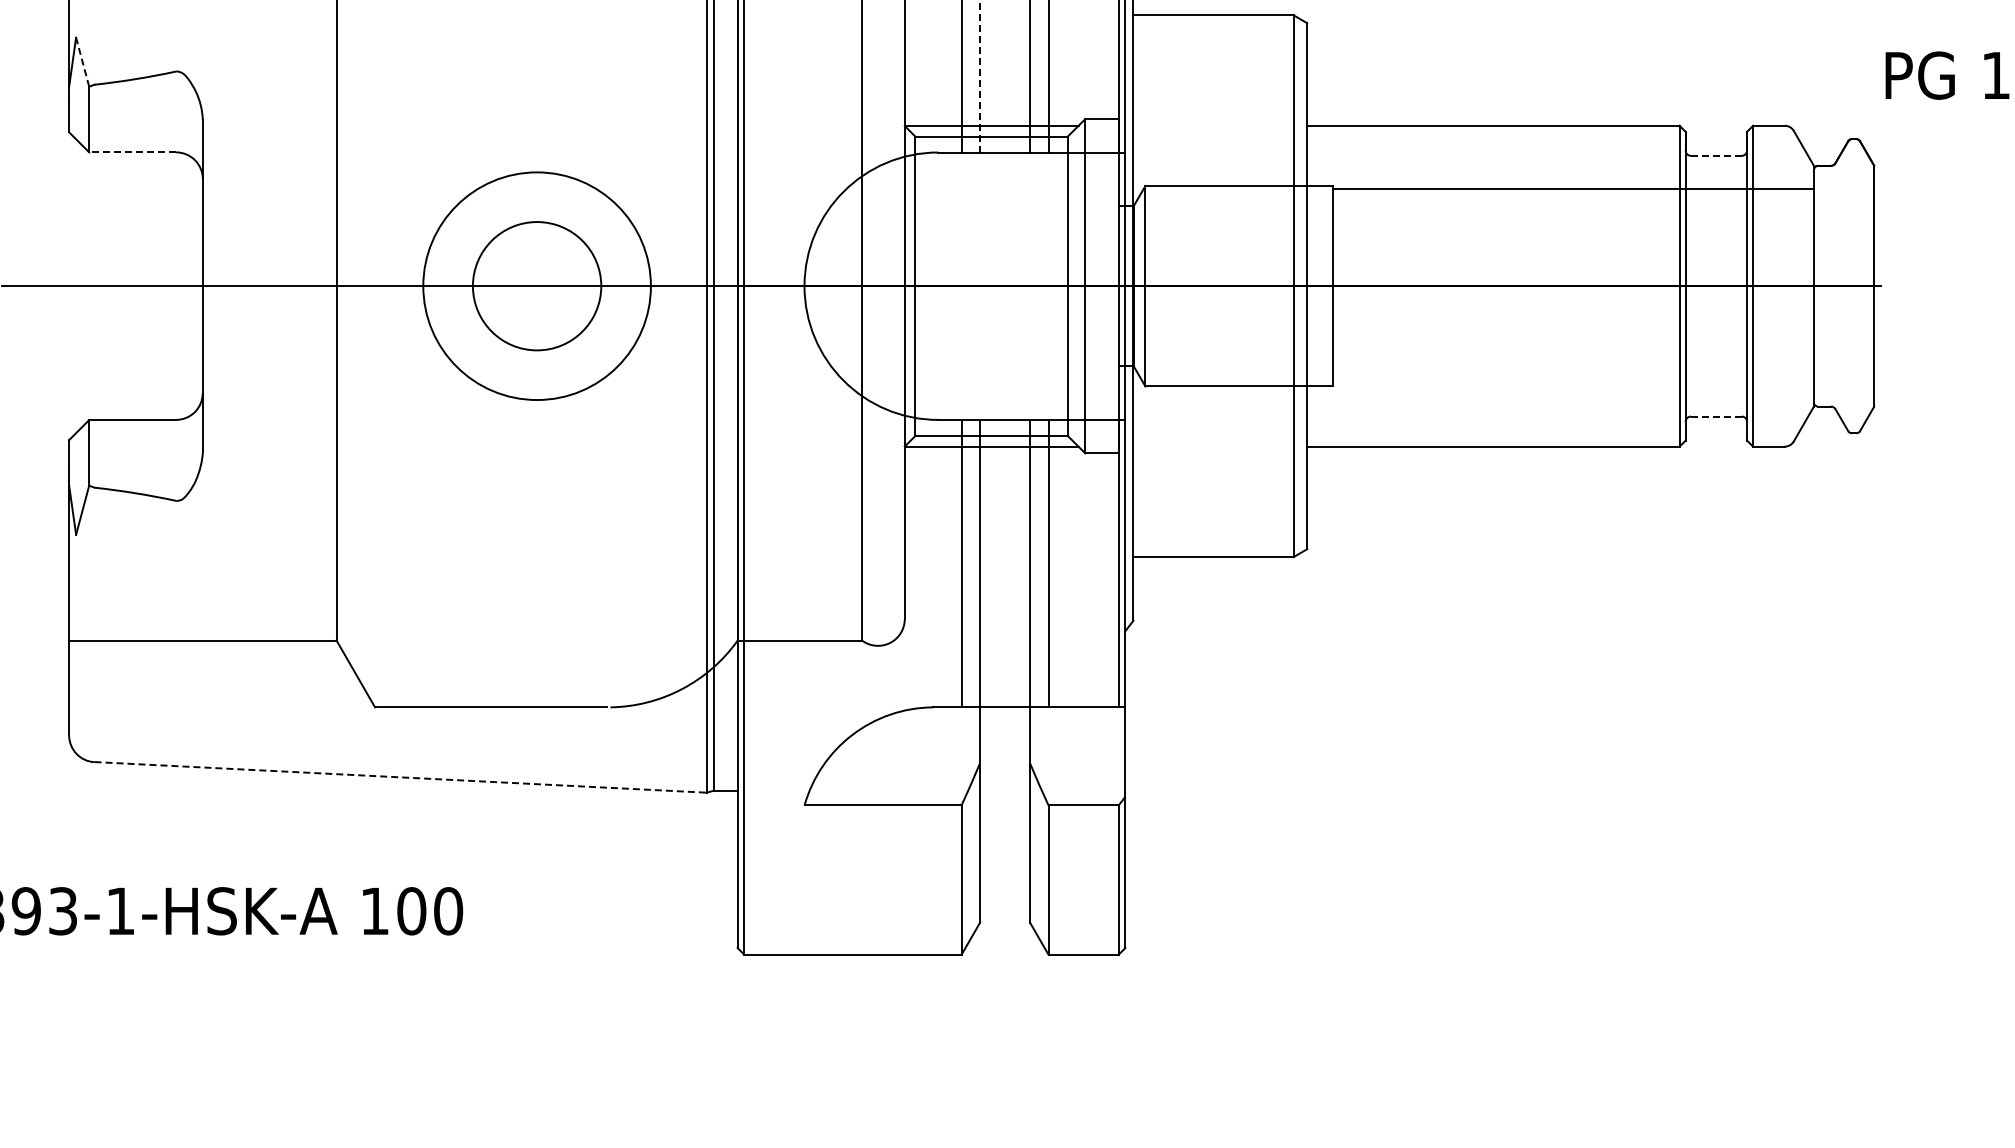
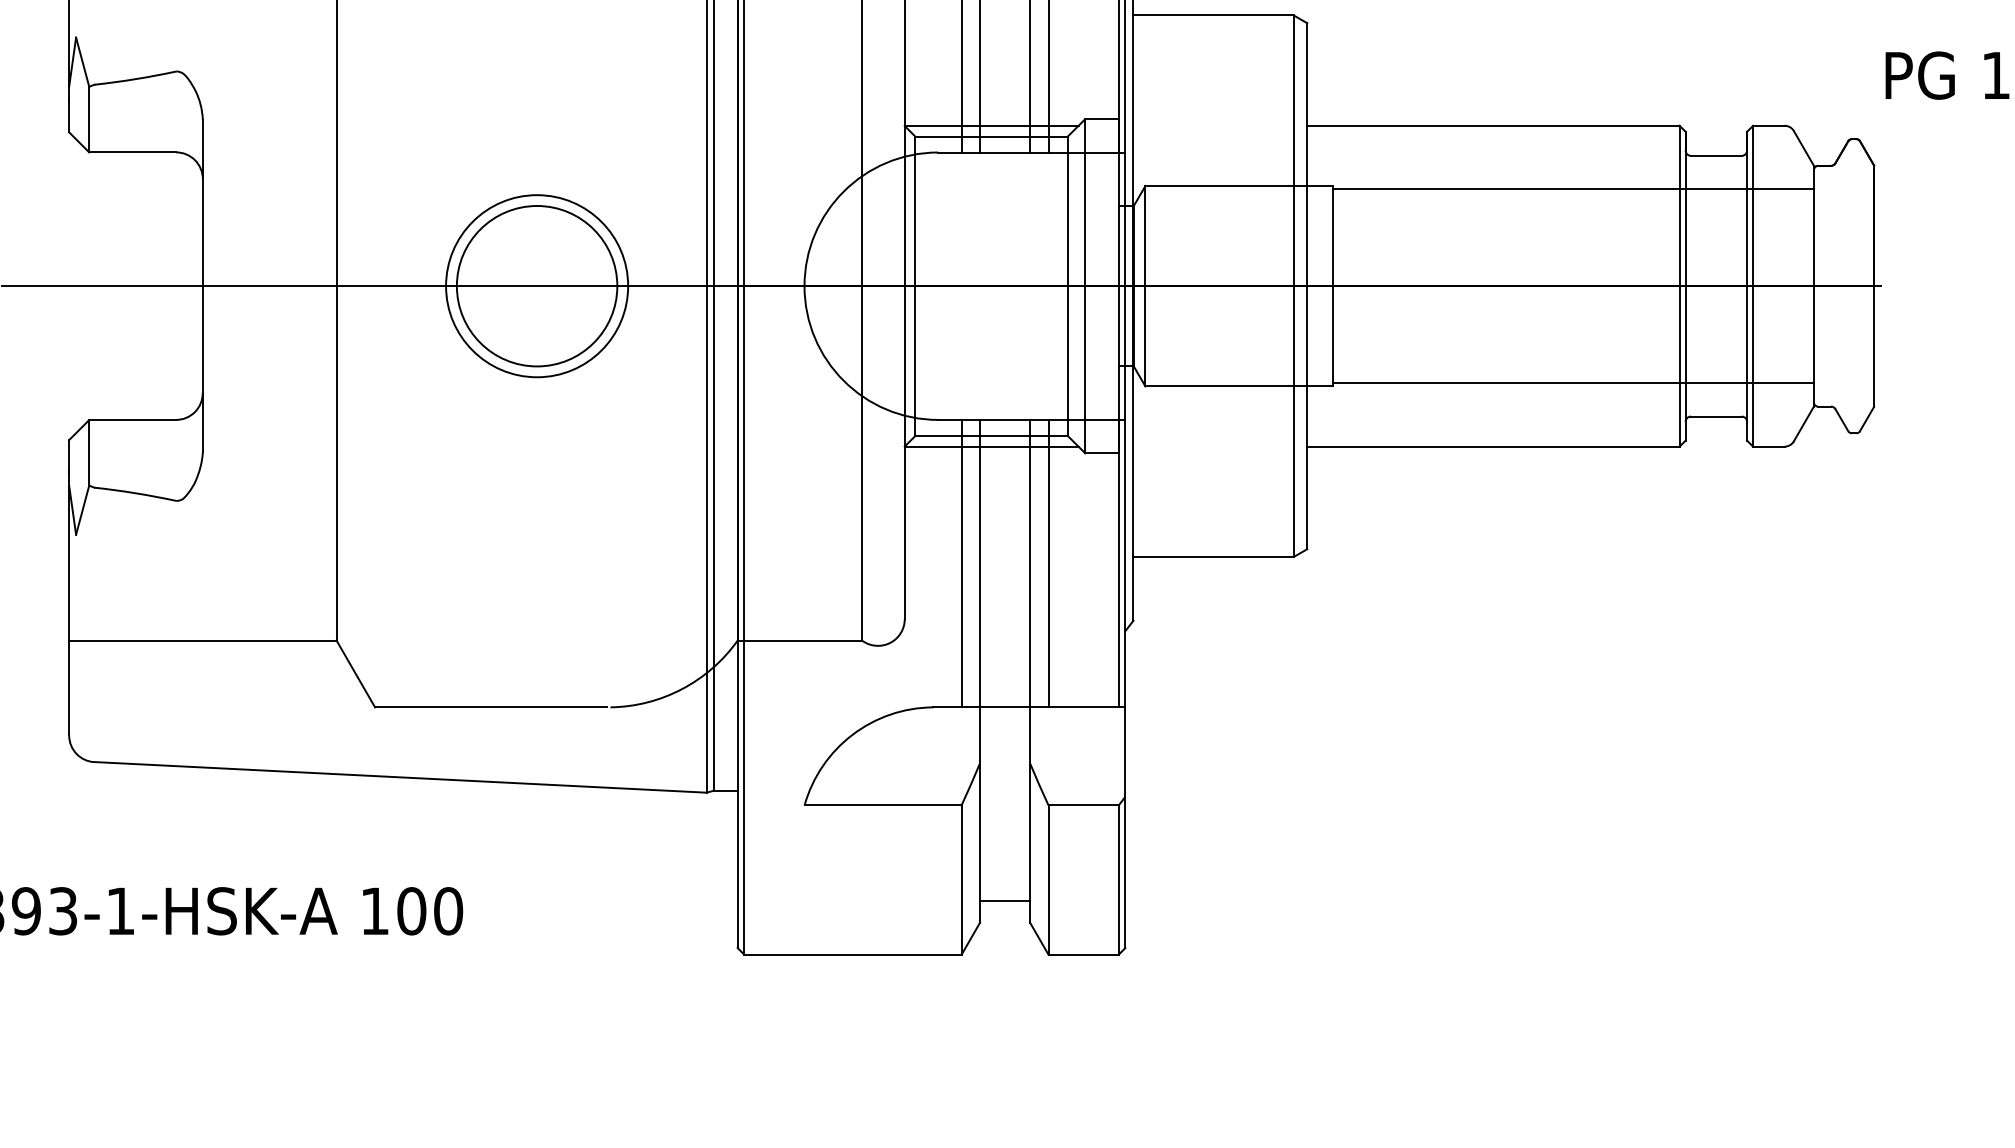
line at (82, 61): dashed -> solid
line at (979, 76): dashed -> solid
line at (132, 152): dashed -> solid
line at (1715, 155): dashed -> solid
circle at (536, 286) diameter: 128 px -> 160 px
circle at (536, 286) diameter: 228 px -> 182 px
line at (1572, 383): none -> present
line at (1716, 416): dashed -> solid
line at (401, 777): dashed -> solid
line at (1004, 901): none -> present
